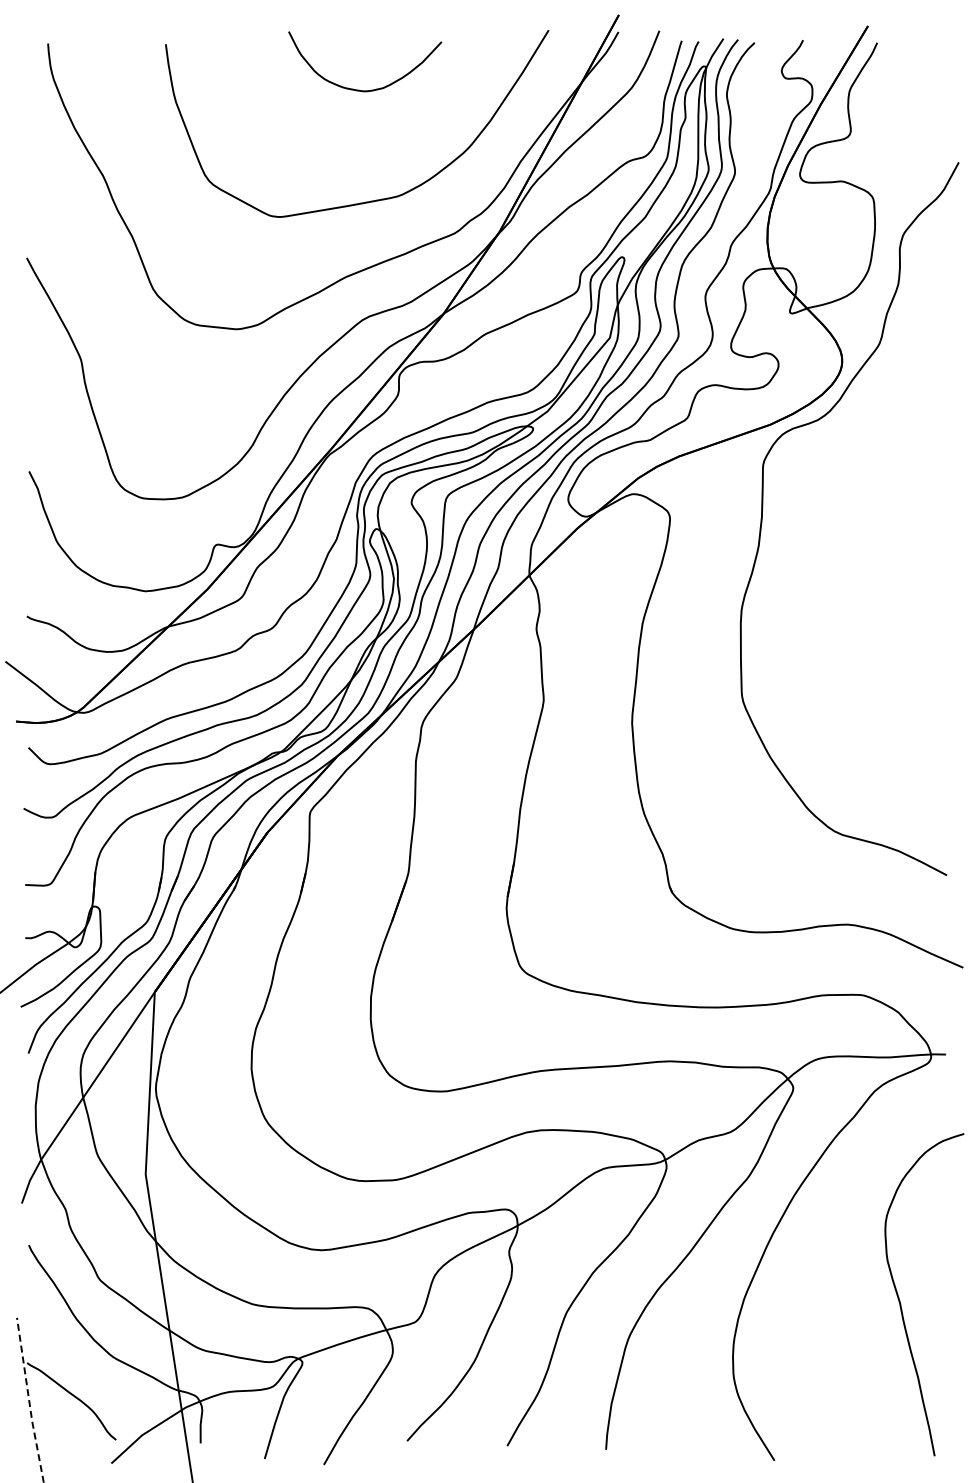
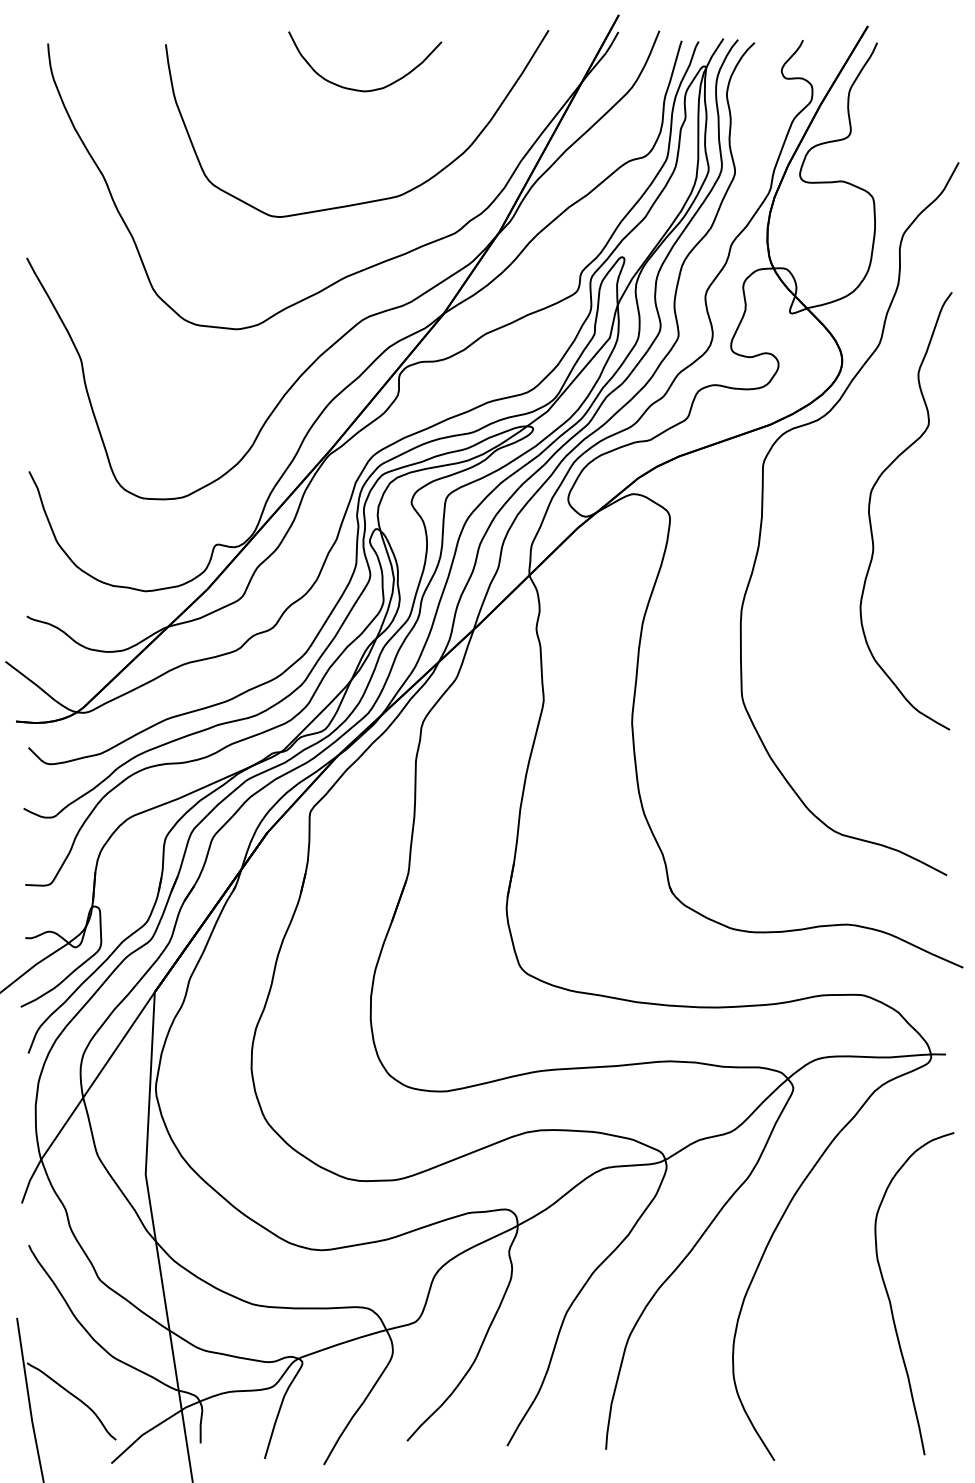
curve at (870, 514): none -> present
curve at (900, 1300) position: (900, 1300) -> (890, 1299)
line at (29, 1400): dashed -> solid
